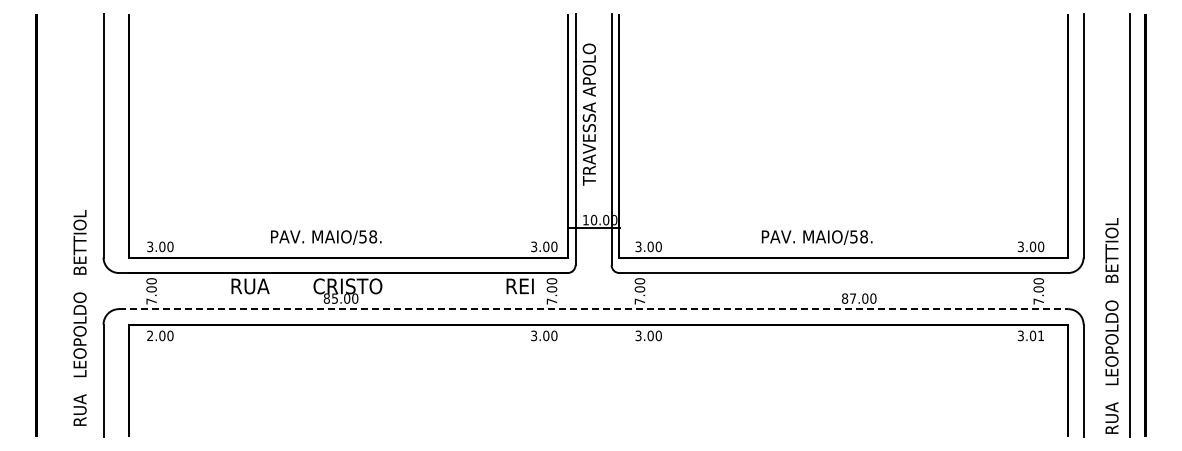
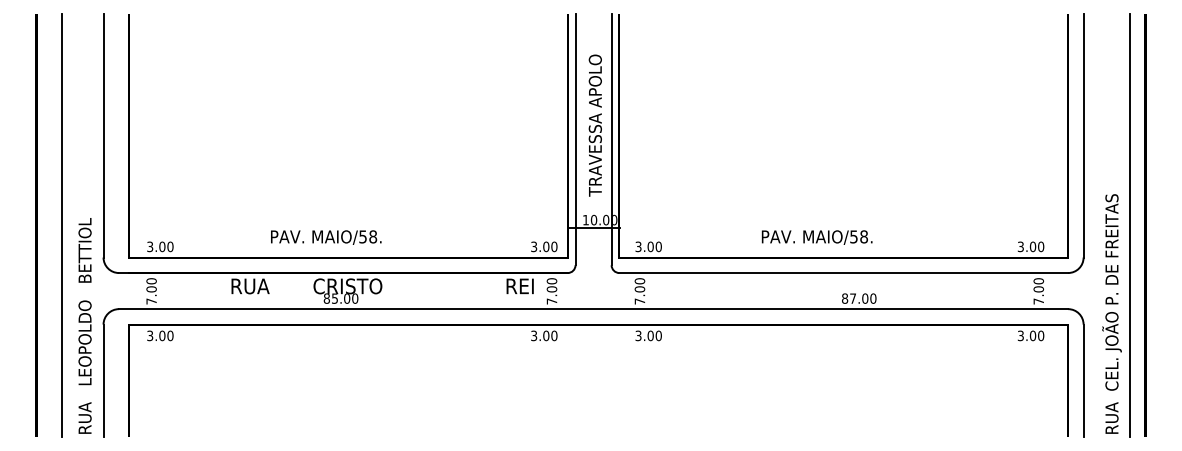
text at (588, 114) position: (588, 114) -> (594, 125)
line at (62, 225): none -> present
text at (1111, 292): RUA   LEOPOLDO   BETTIOL -> RUA  CEL. JOÃO P. DE FREITAS
line at (593, 309): dashed -> solid
text at (79, 317) position: (79, 317) -> (84, 325)
text at (1041, 335): 3.01 -> 3.00
text at (150, 336): 2.00 -> 3.00
